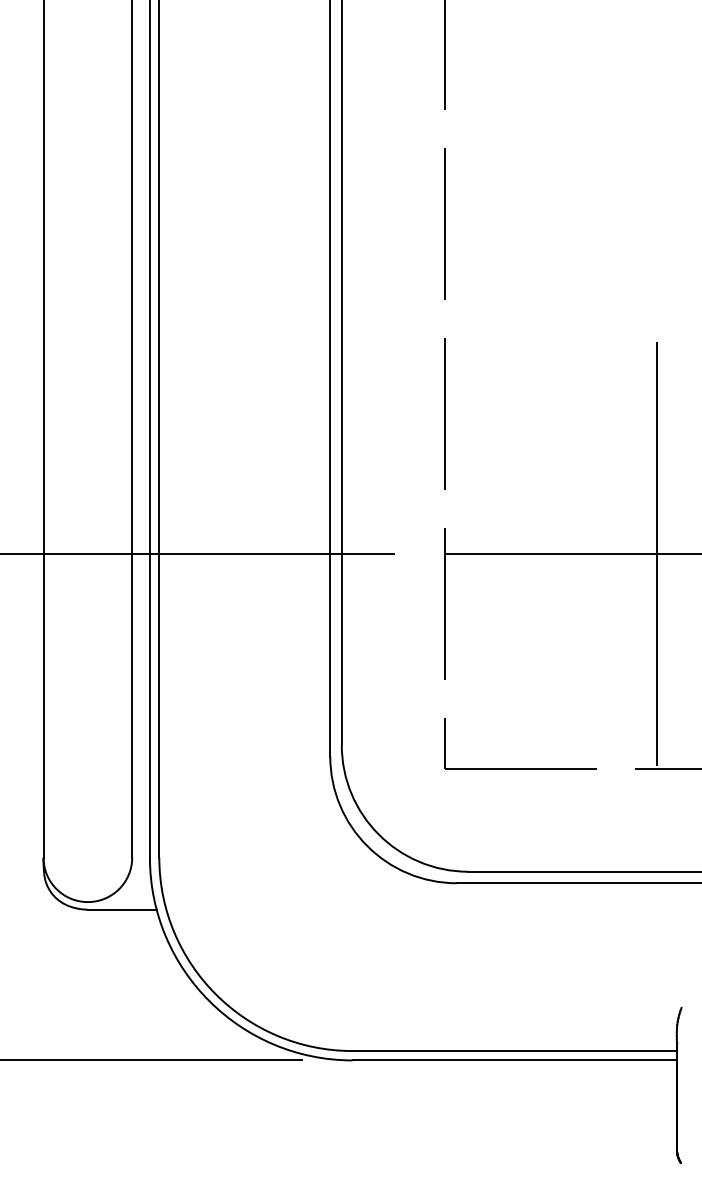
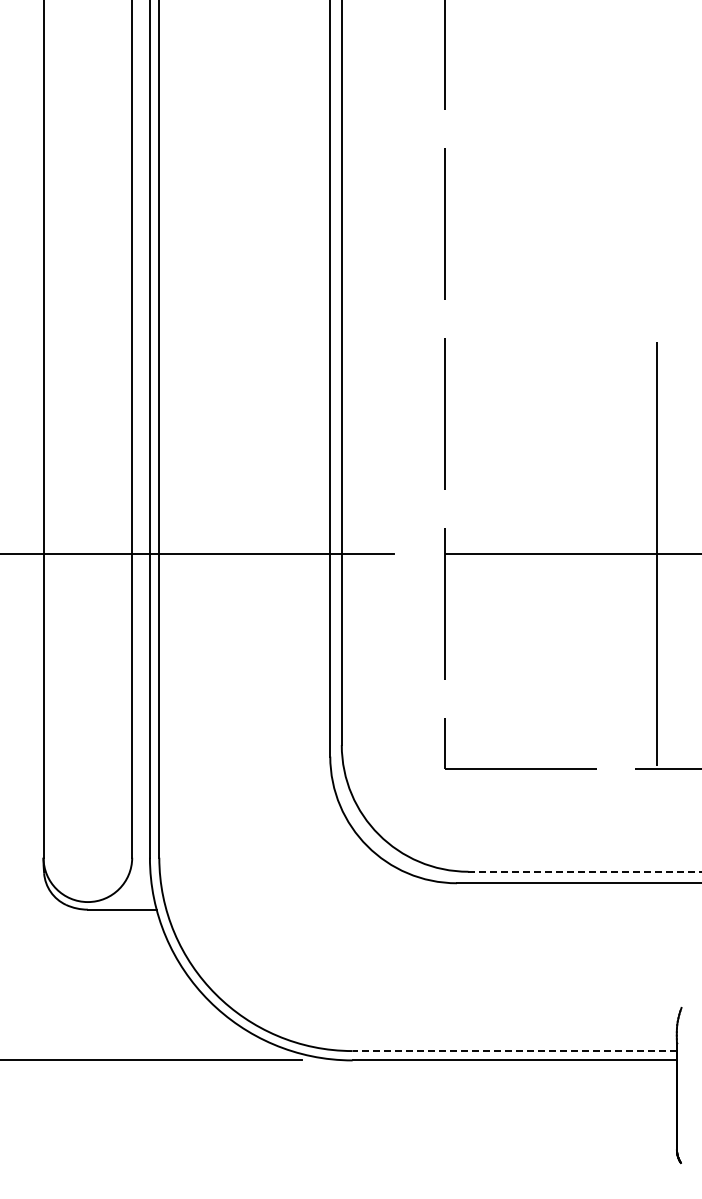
line at (585, 871): solid -> dashed
line at (514, 1051): solid -> dashed
